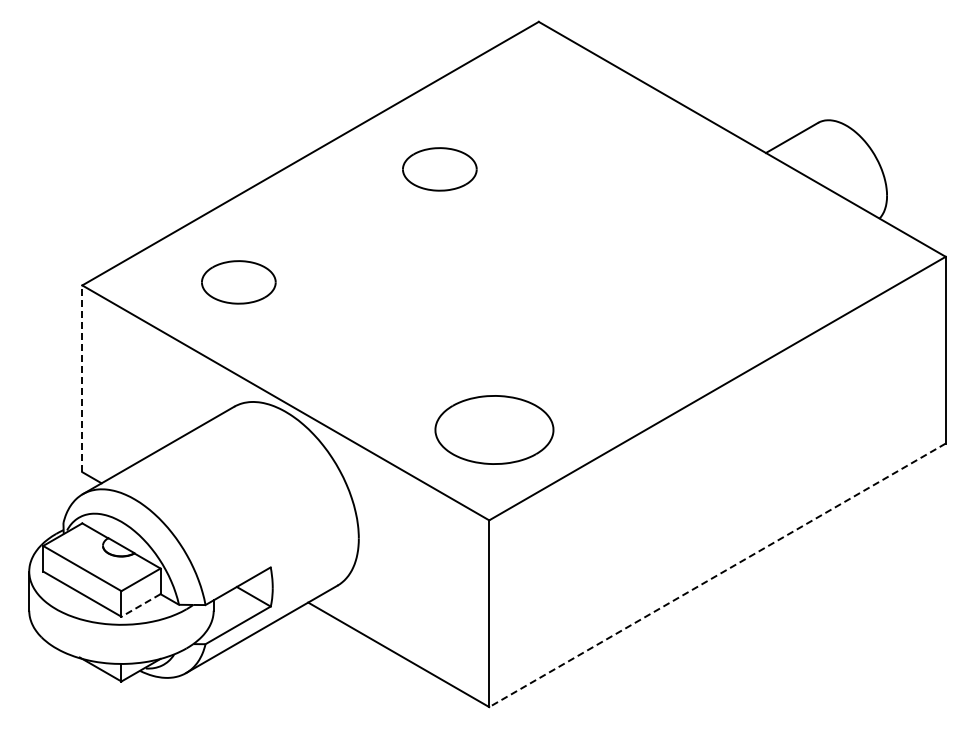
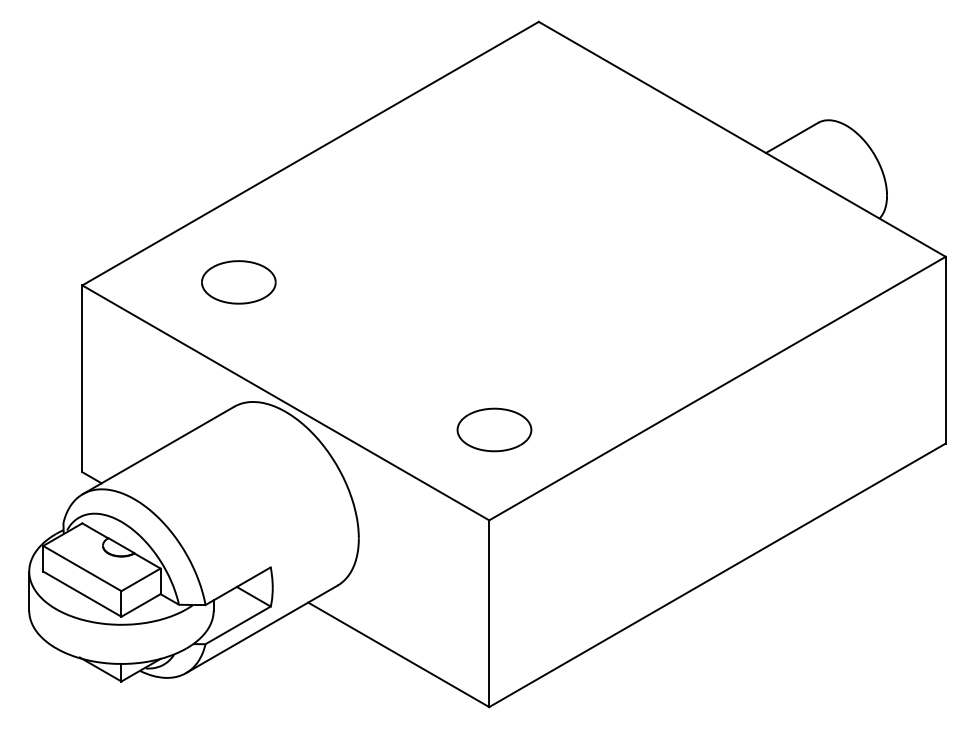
part at (439, 169): present -> none
line at (82, 378): dashed -> solid
part at (494, 429) size: 121x70 px -> 77x46 px
line at (717, 575): dashed -> solid
line at (141, 605): dashed -> solid
